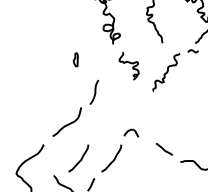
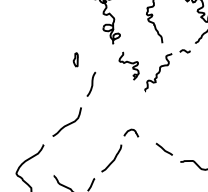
part at (175, 70) position: (175, 70) -> (167, 70)
curve at (94, 91) position: (94, 91) -> (91, 83)
curve at (80, 159): present -> none
